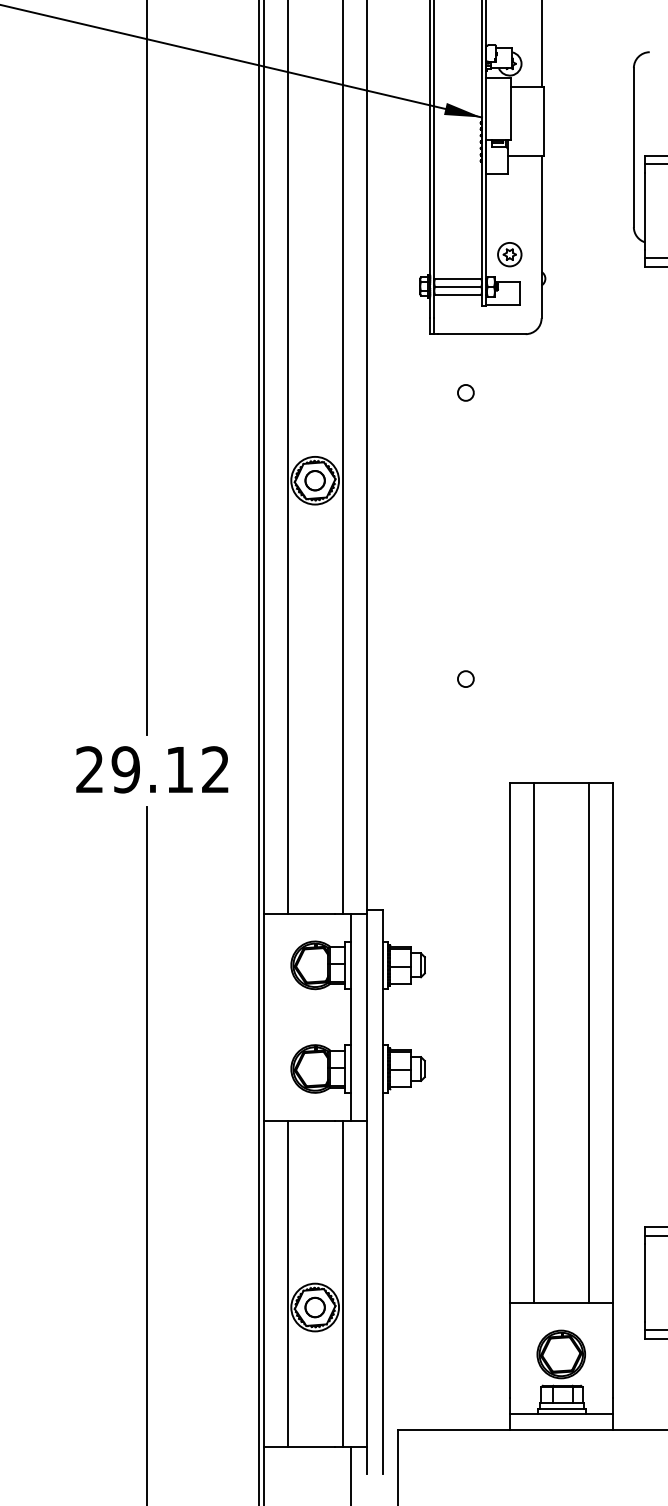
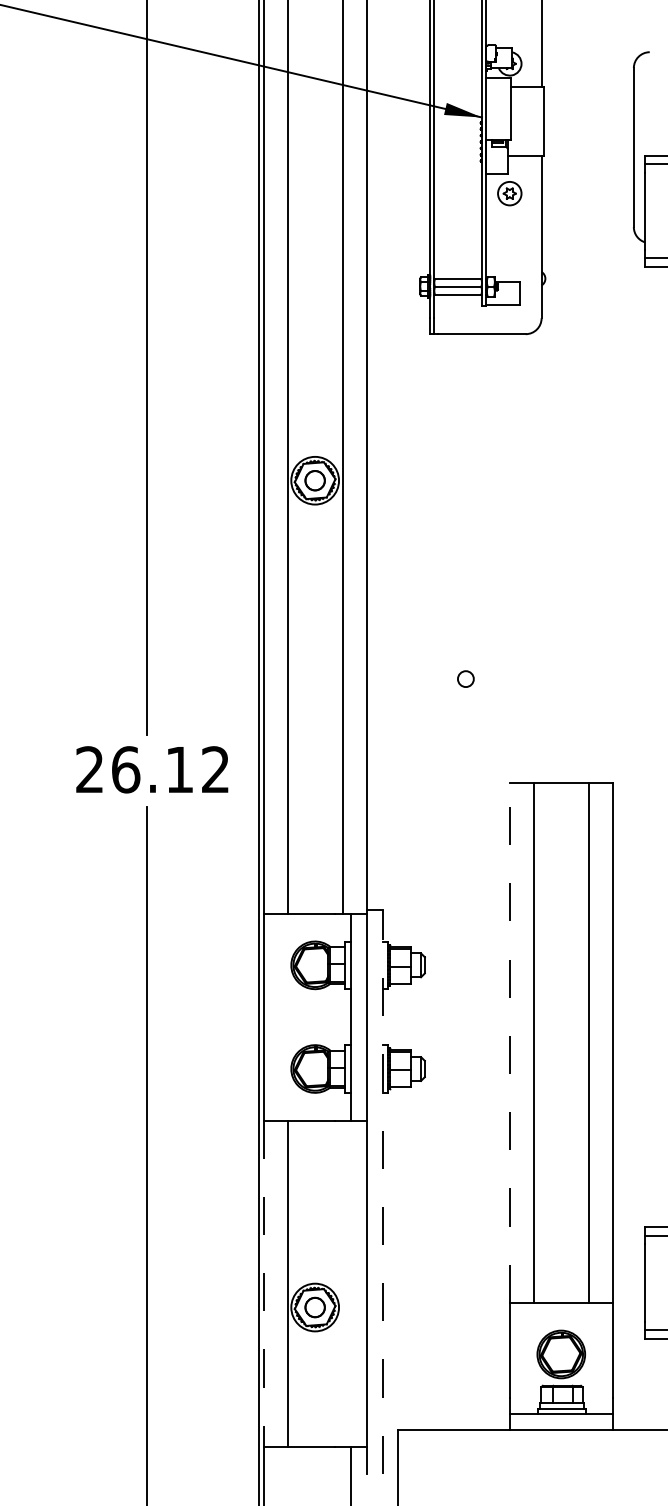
part at (509, 254) position: (509, 254) -> (509, 193)
circle at (465, 392): present -> none
text at (125, 769): 29.12 -> 26.12
line at (509, 1042): solid -> dashed
line at (382, 1192): solid -> dashed
line at (342, 1283): present -> none
line at (263, 1284): solid -> dashed
